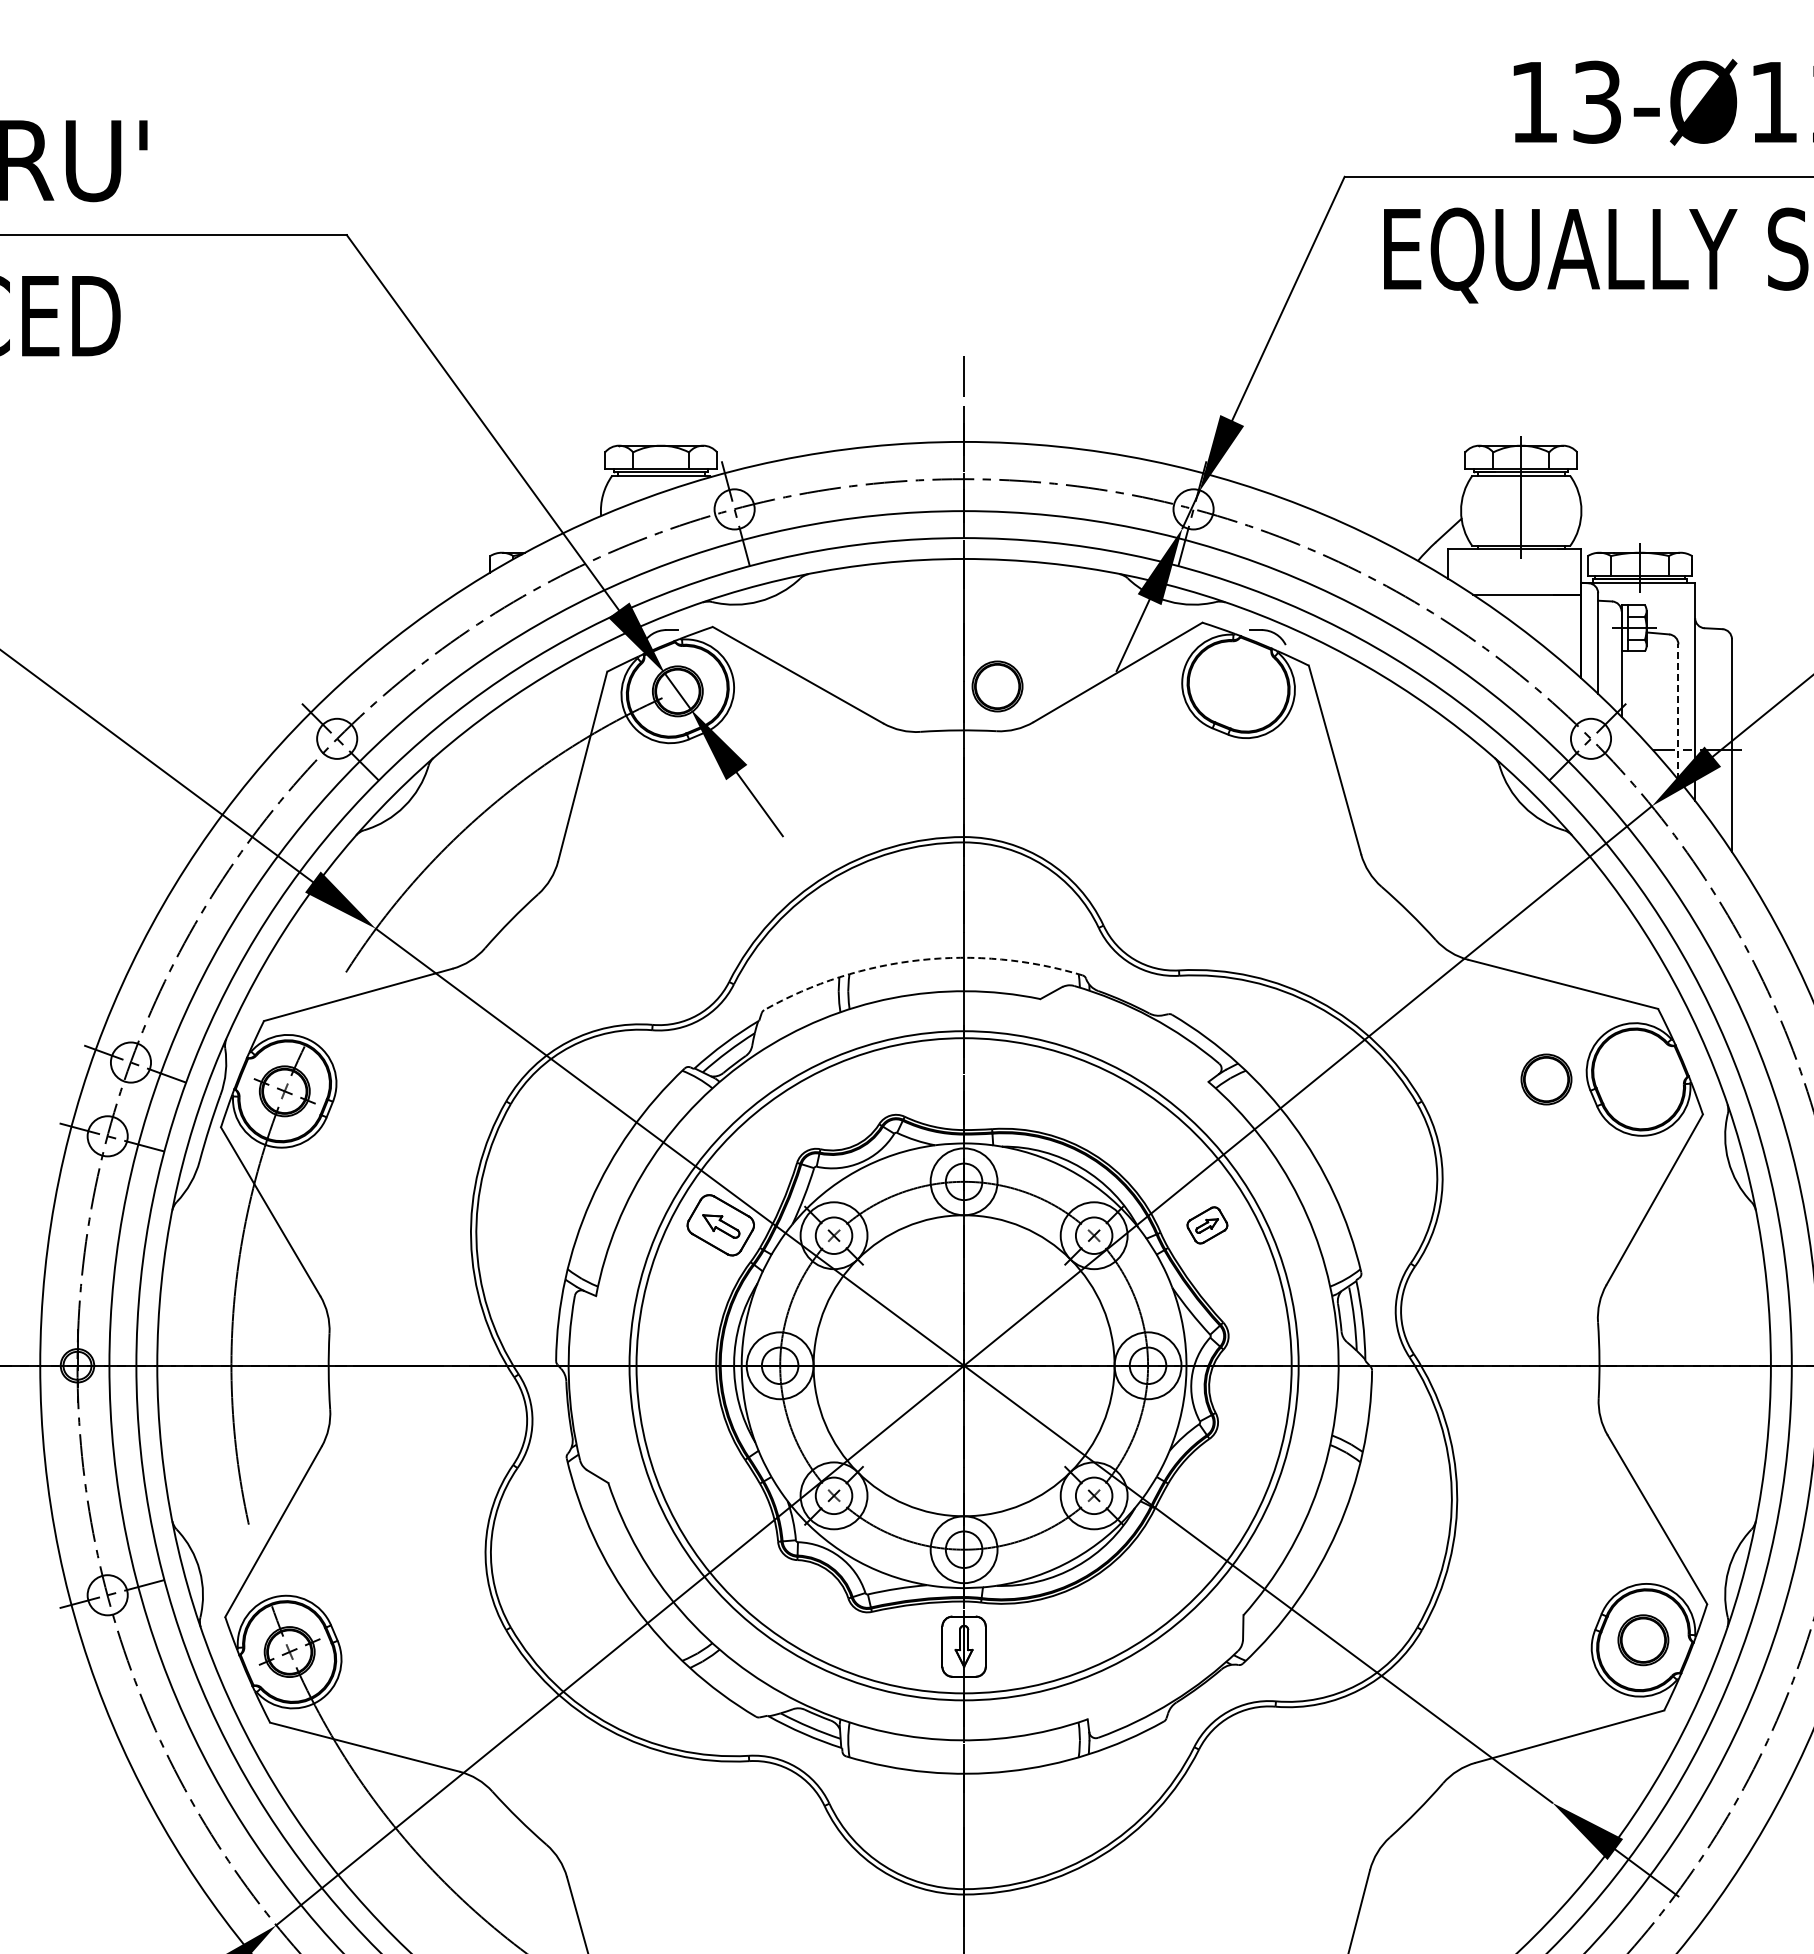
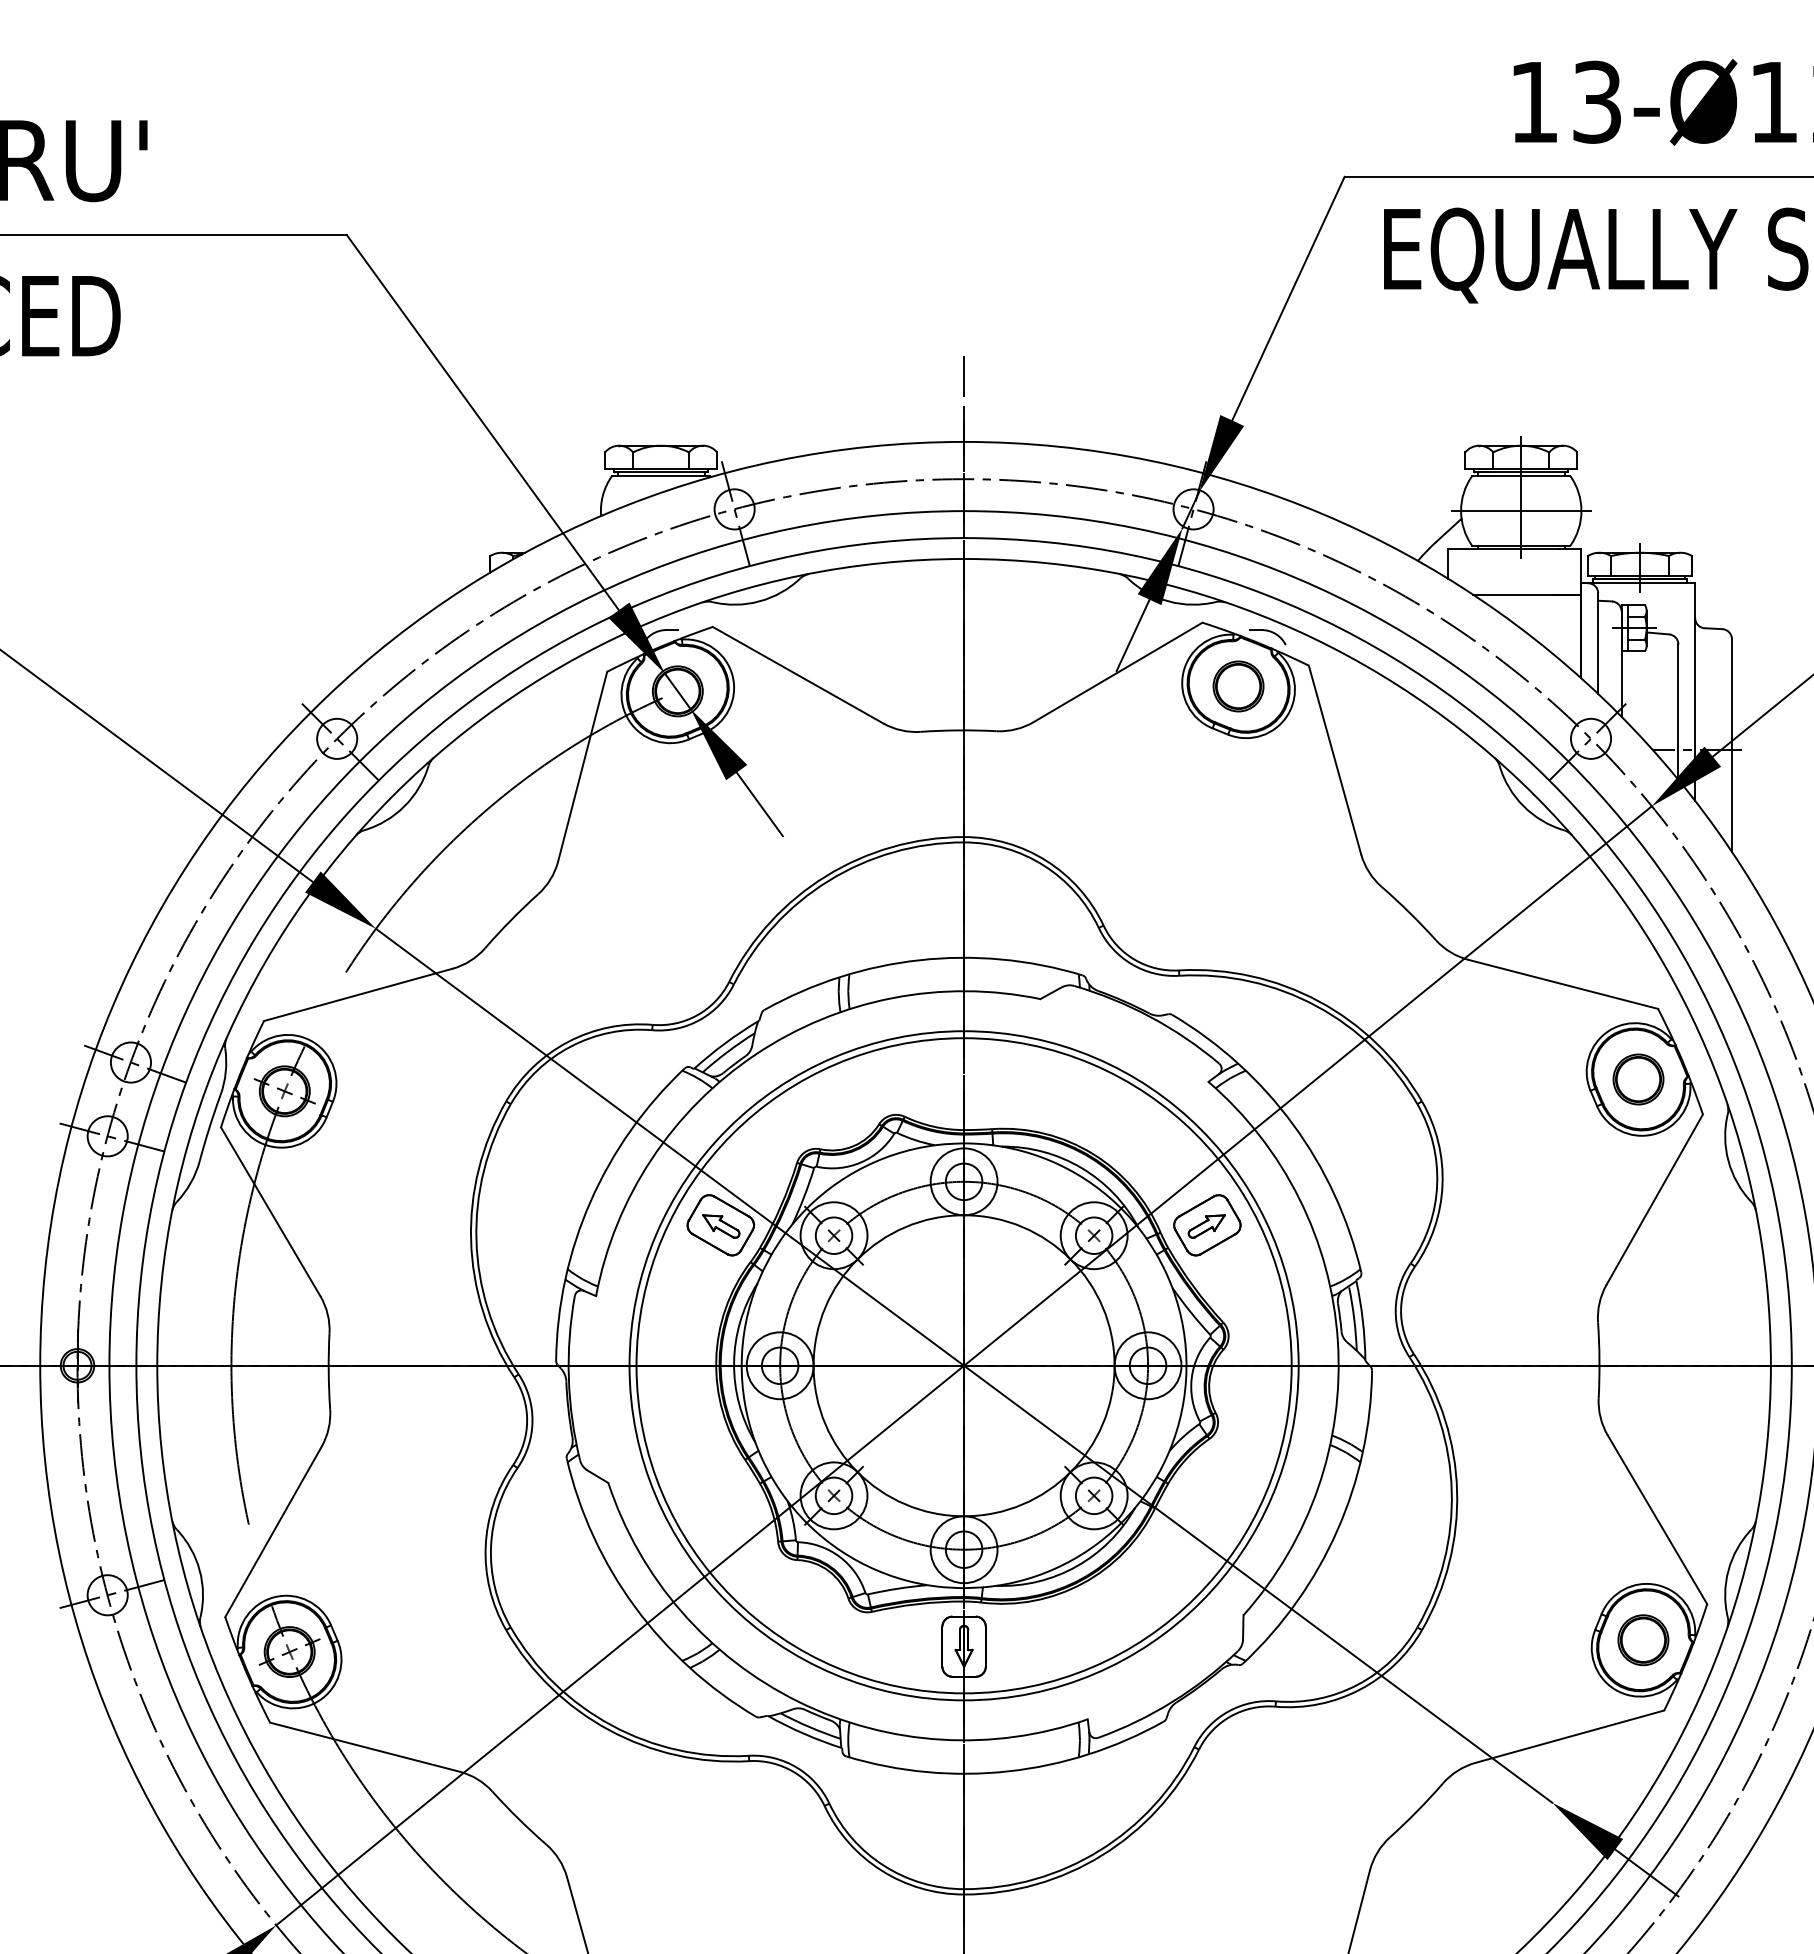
line at (1521, 510): none -> present
part at (997, 686) position: (997, 686) -> (1238, 686)
line at (1678, 712): dashed -> solid
arc at (919, 960): dashed -> solid
part at (1546, 1079) position: (1546, 1079) -> (1638, 1079)
part at (1207, 1225) size: 43x39 px -> 69x63 px
